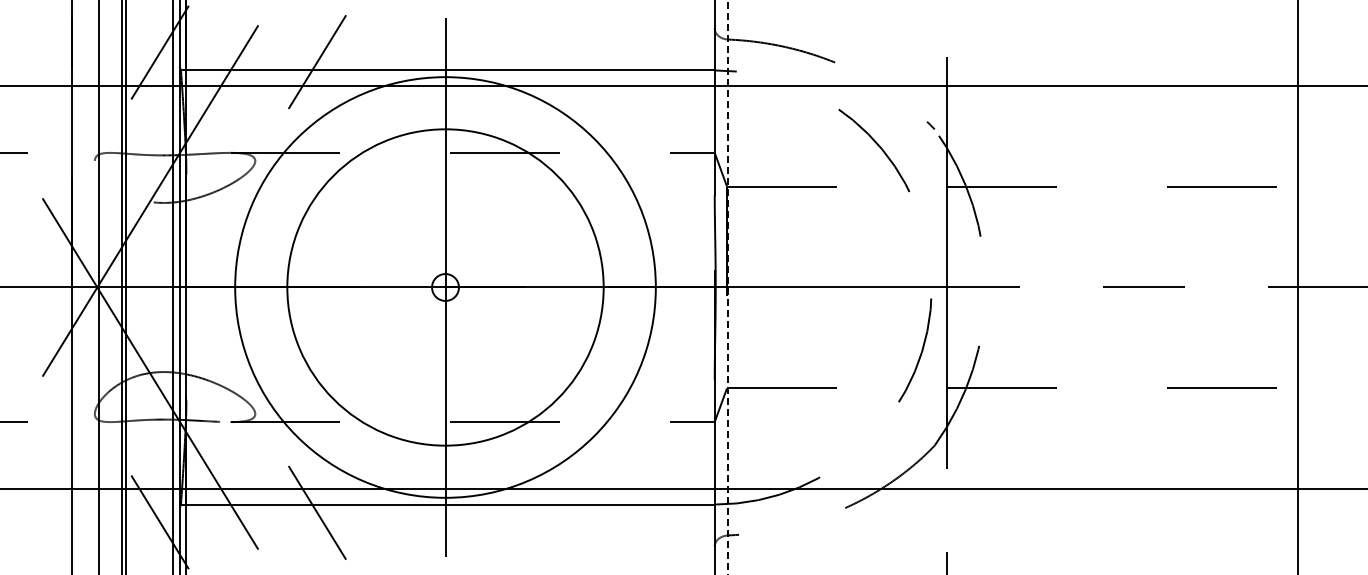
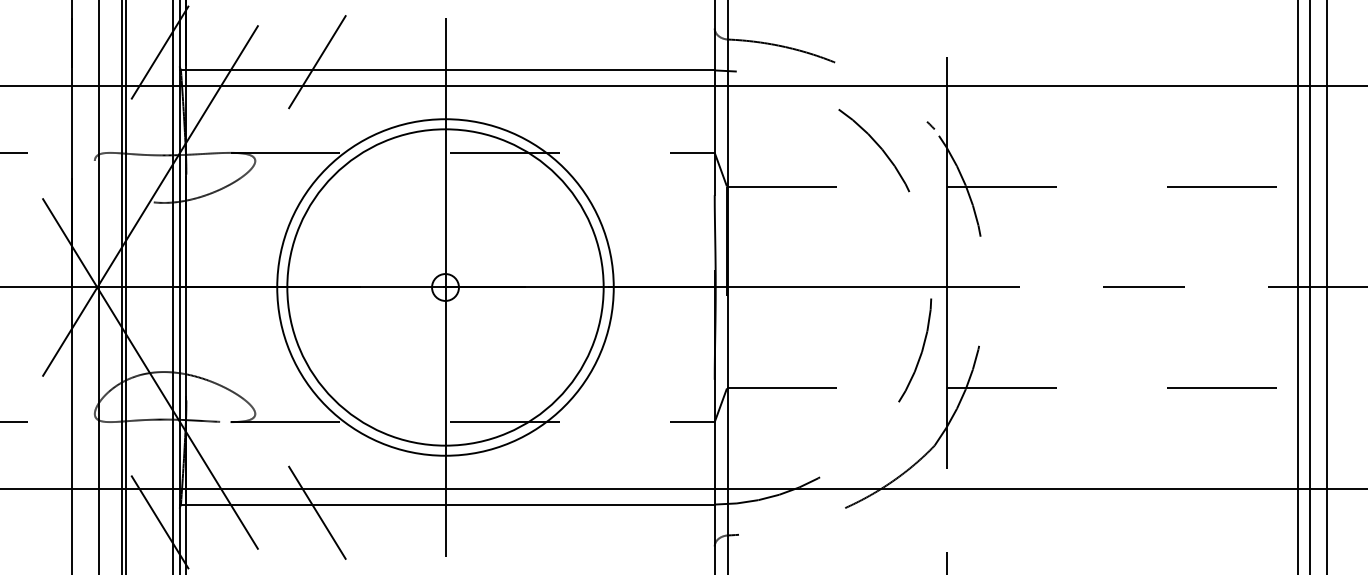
line at (1310, 286): none -> present
line at (1326, 286): none -> present
circle at (445, 287) diameter: 421 px -> 337 px
line at (728, 287): dashed -> solid
